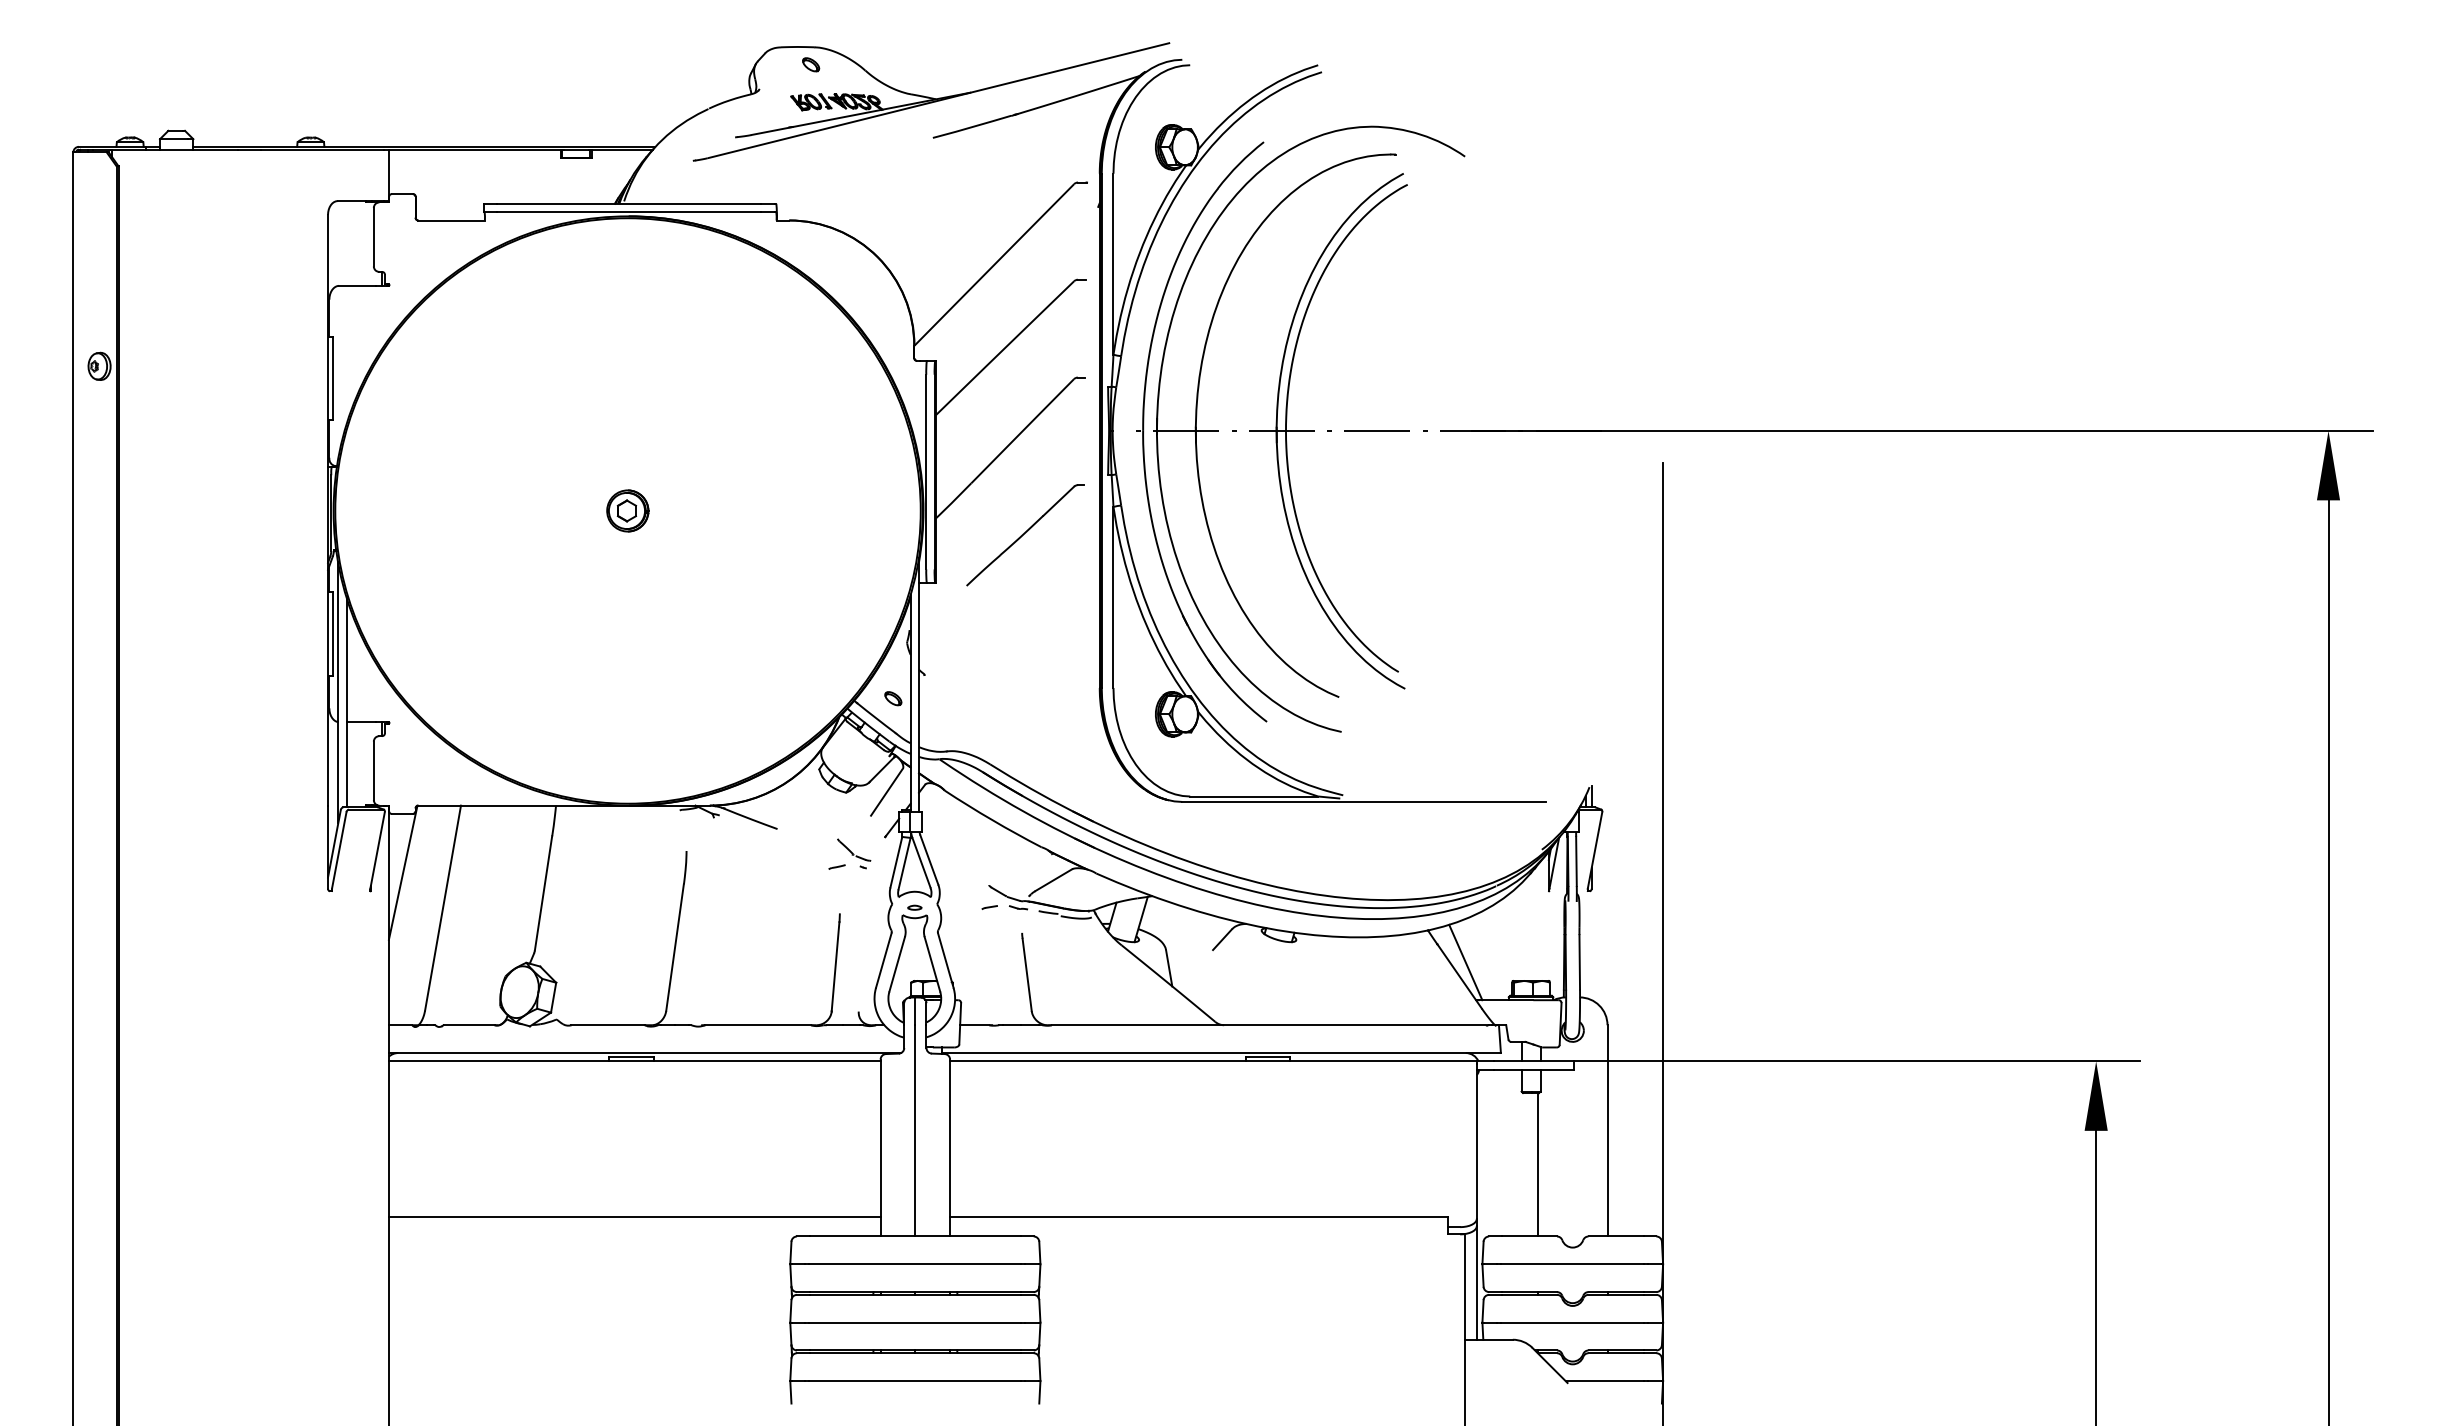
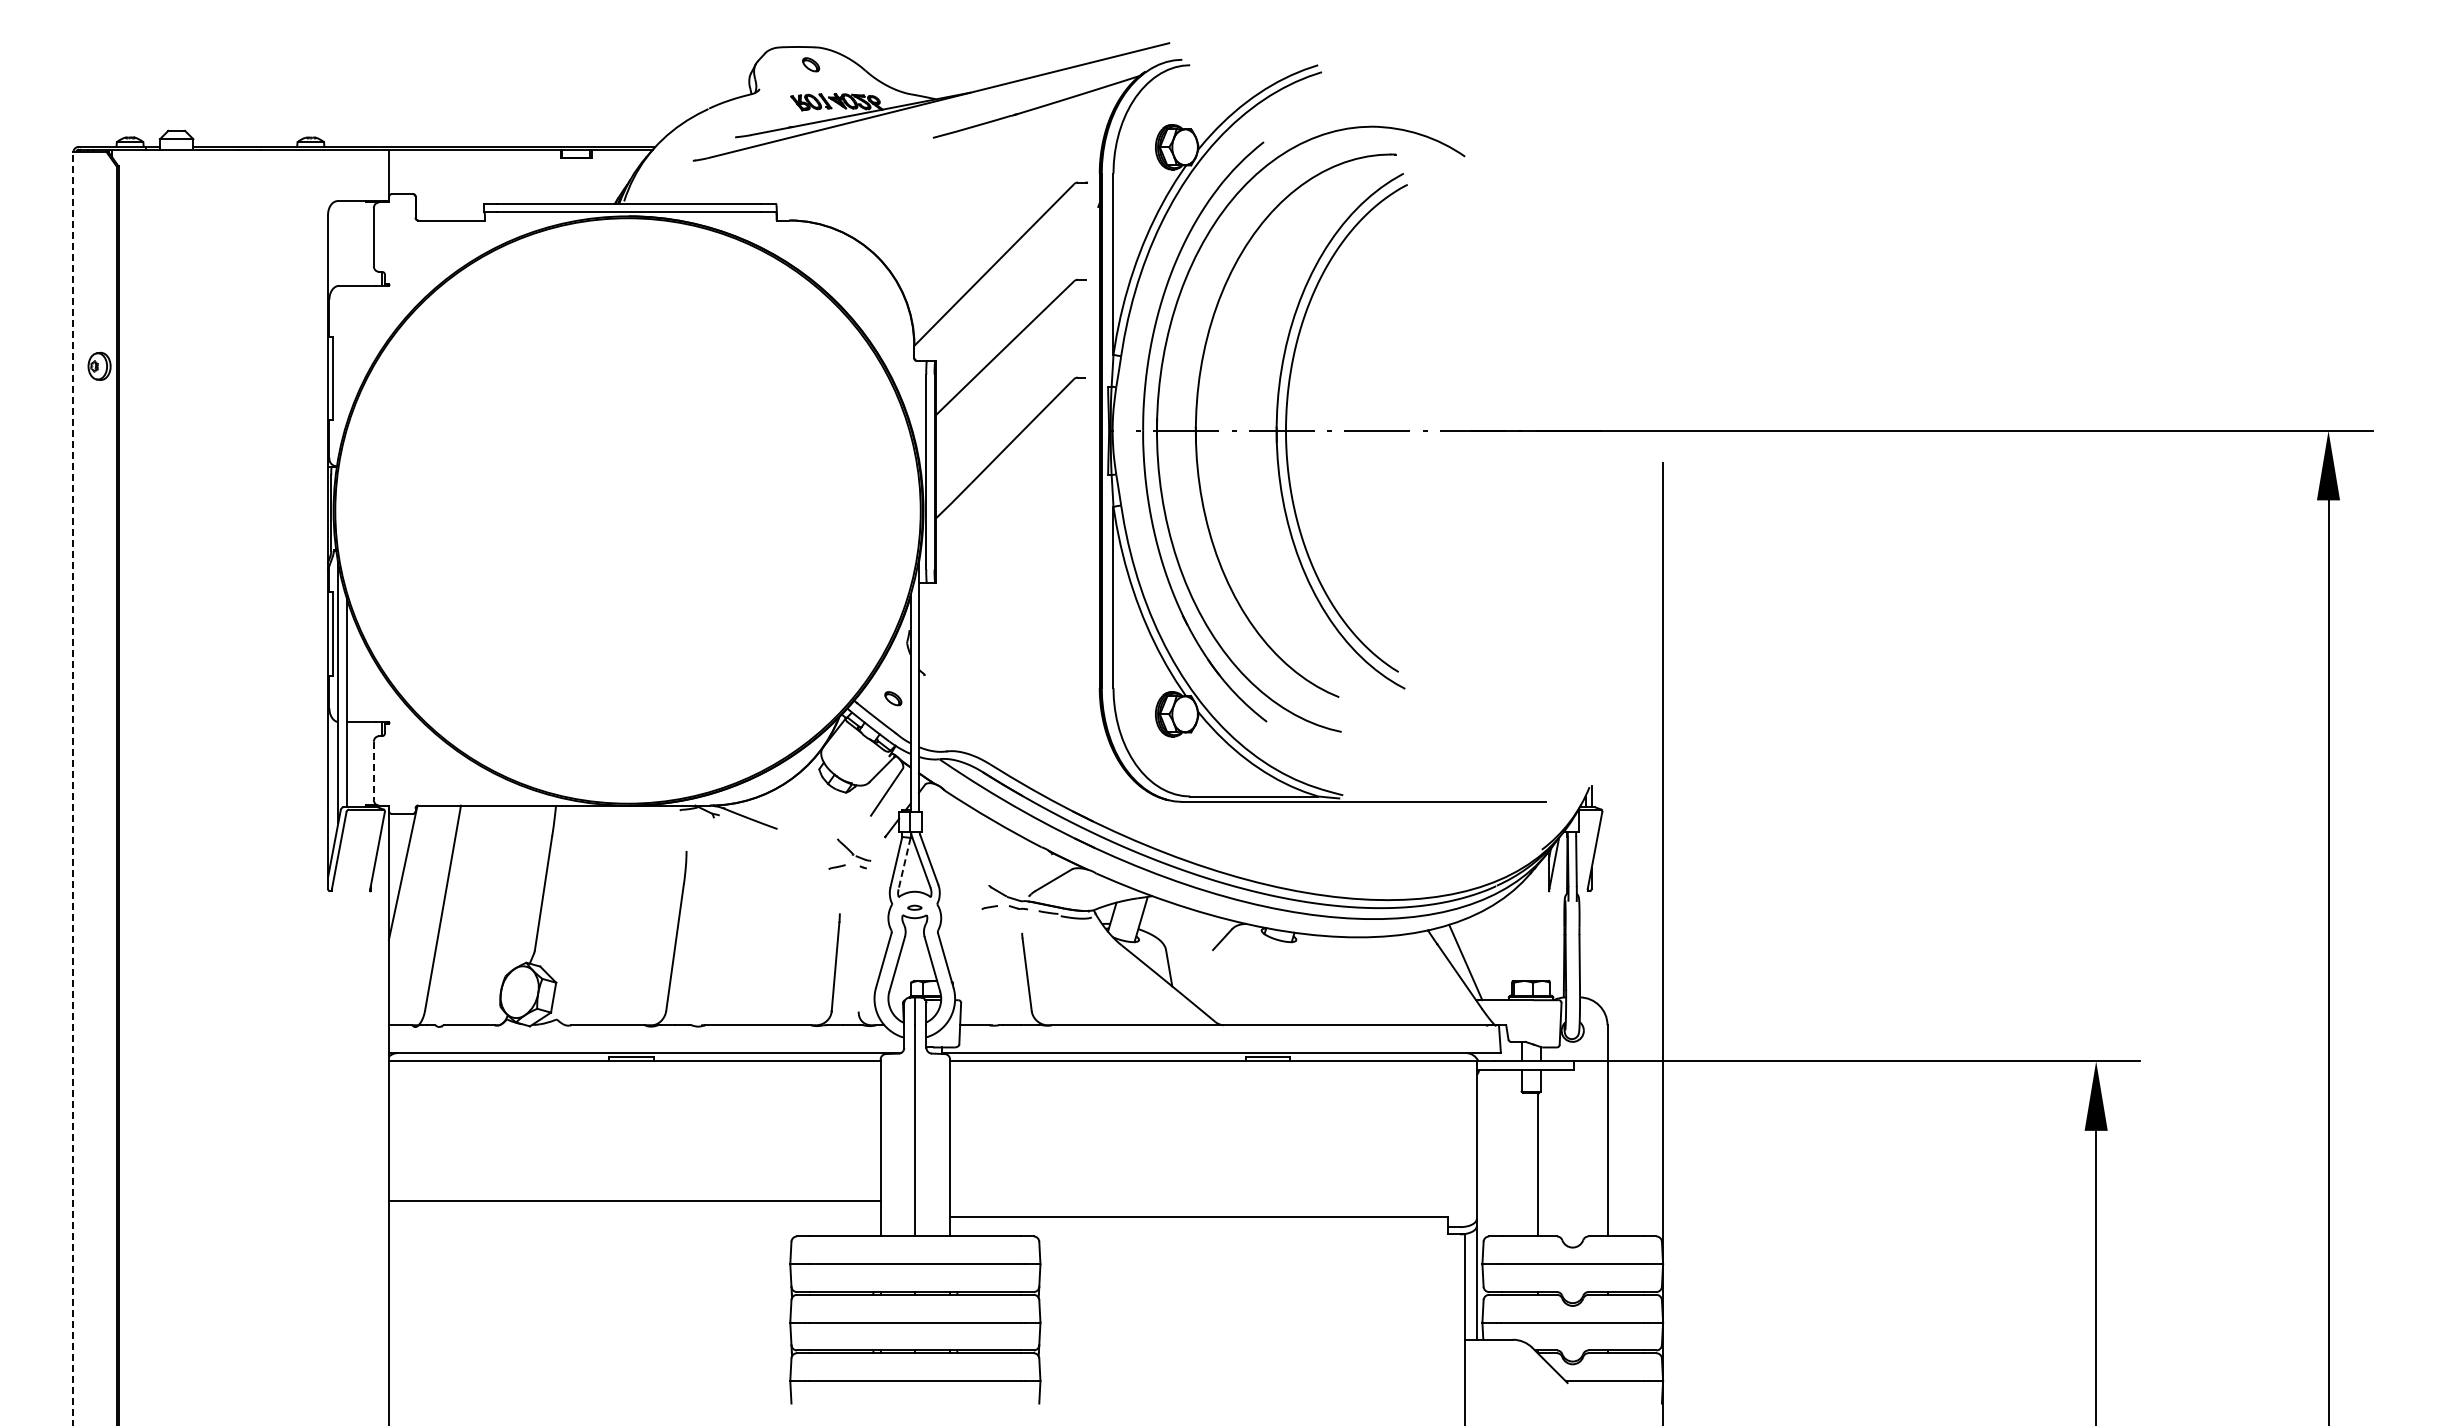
part at (627, 510): present -> none
part at (1025, 535): present -> none
line at (373, 771): solid -> dashed
line at (73, 788): solid -> dashed
line at (904, 864): solid -> dashed
line at (634, 1217) position: (634, 1217) -> (634, 1201)
